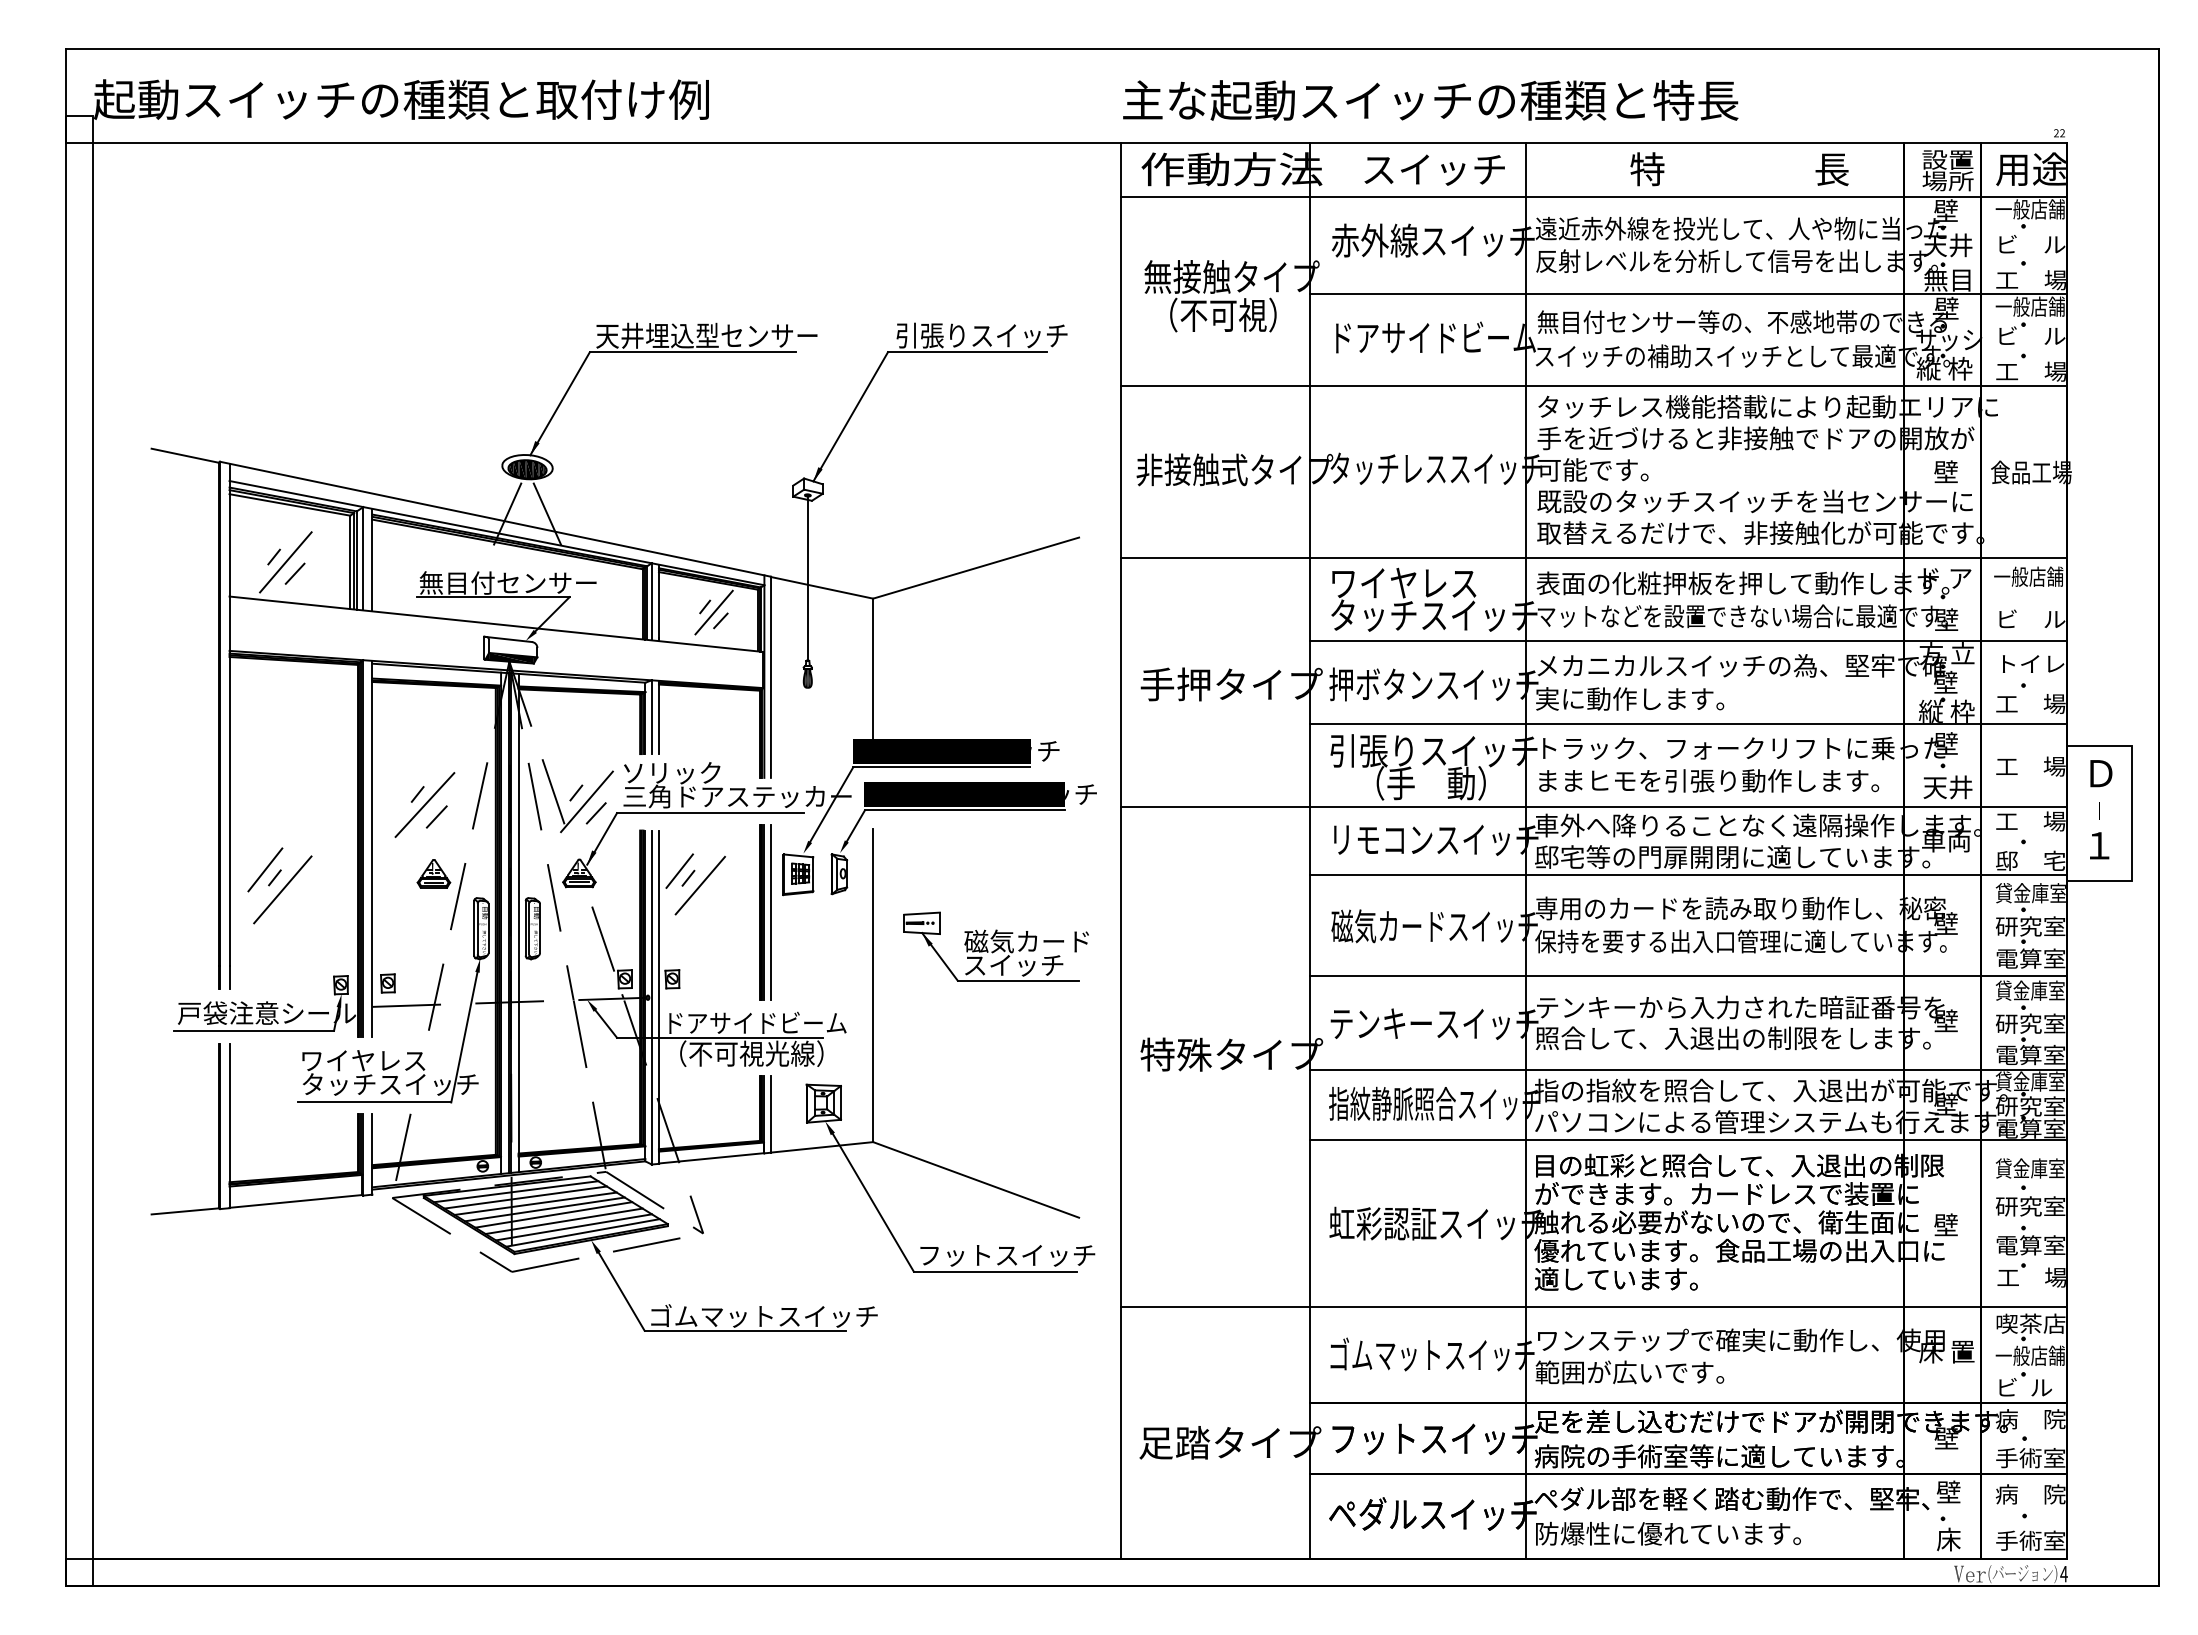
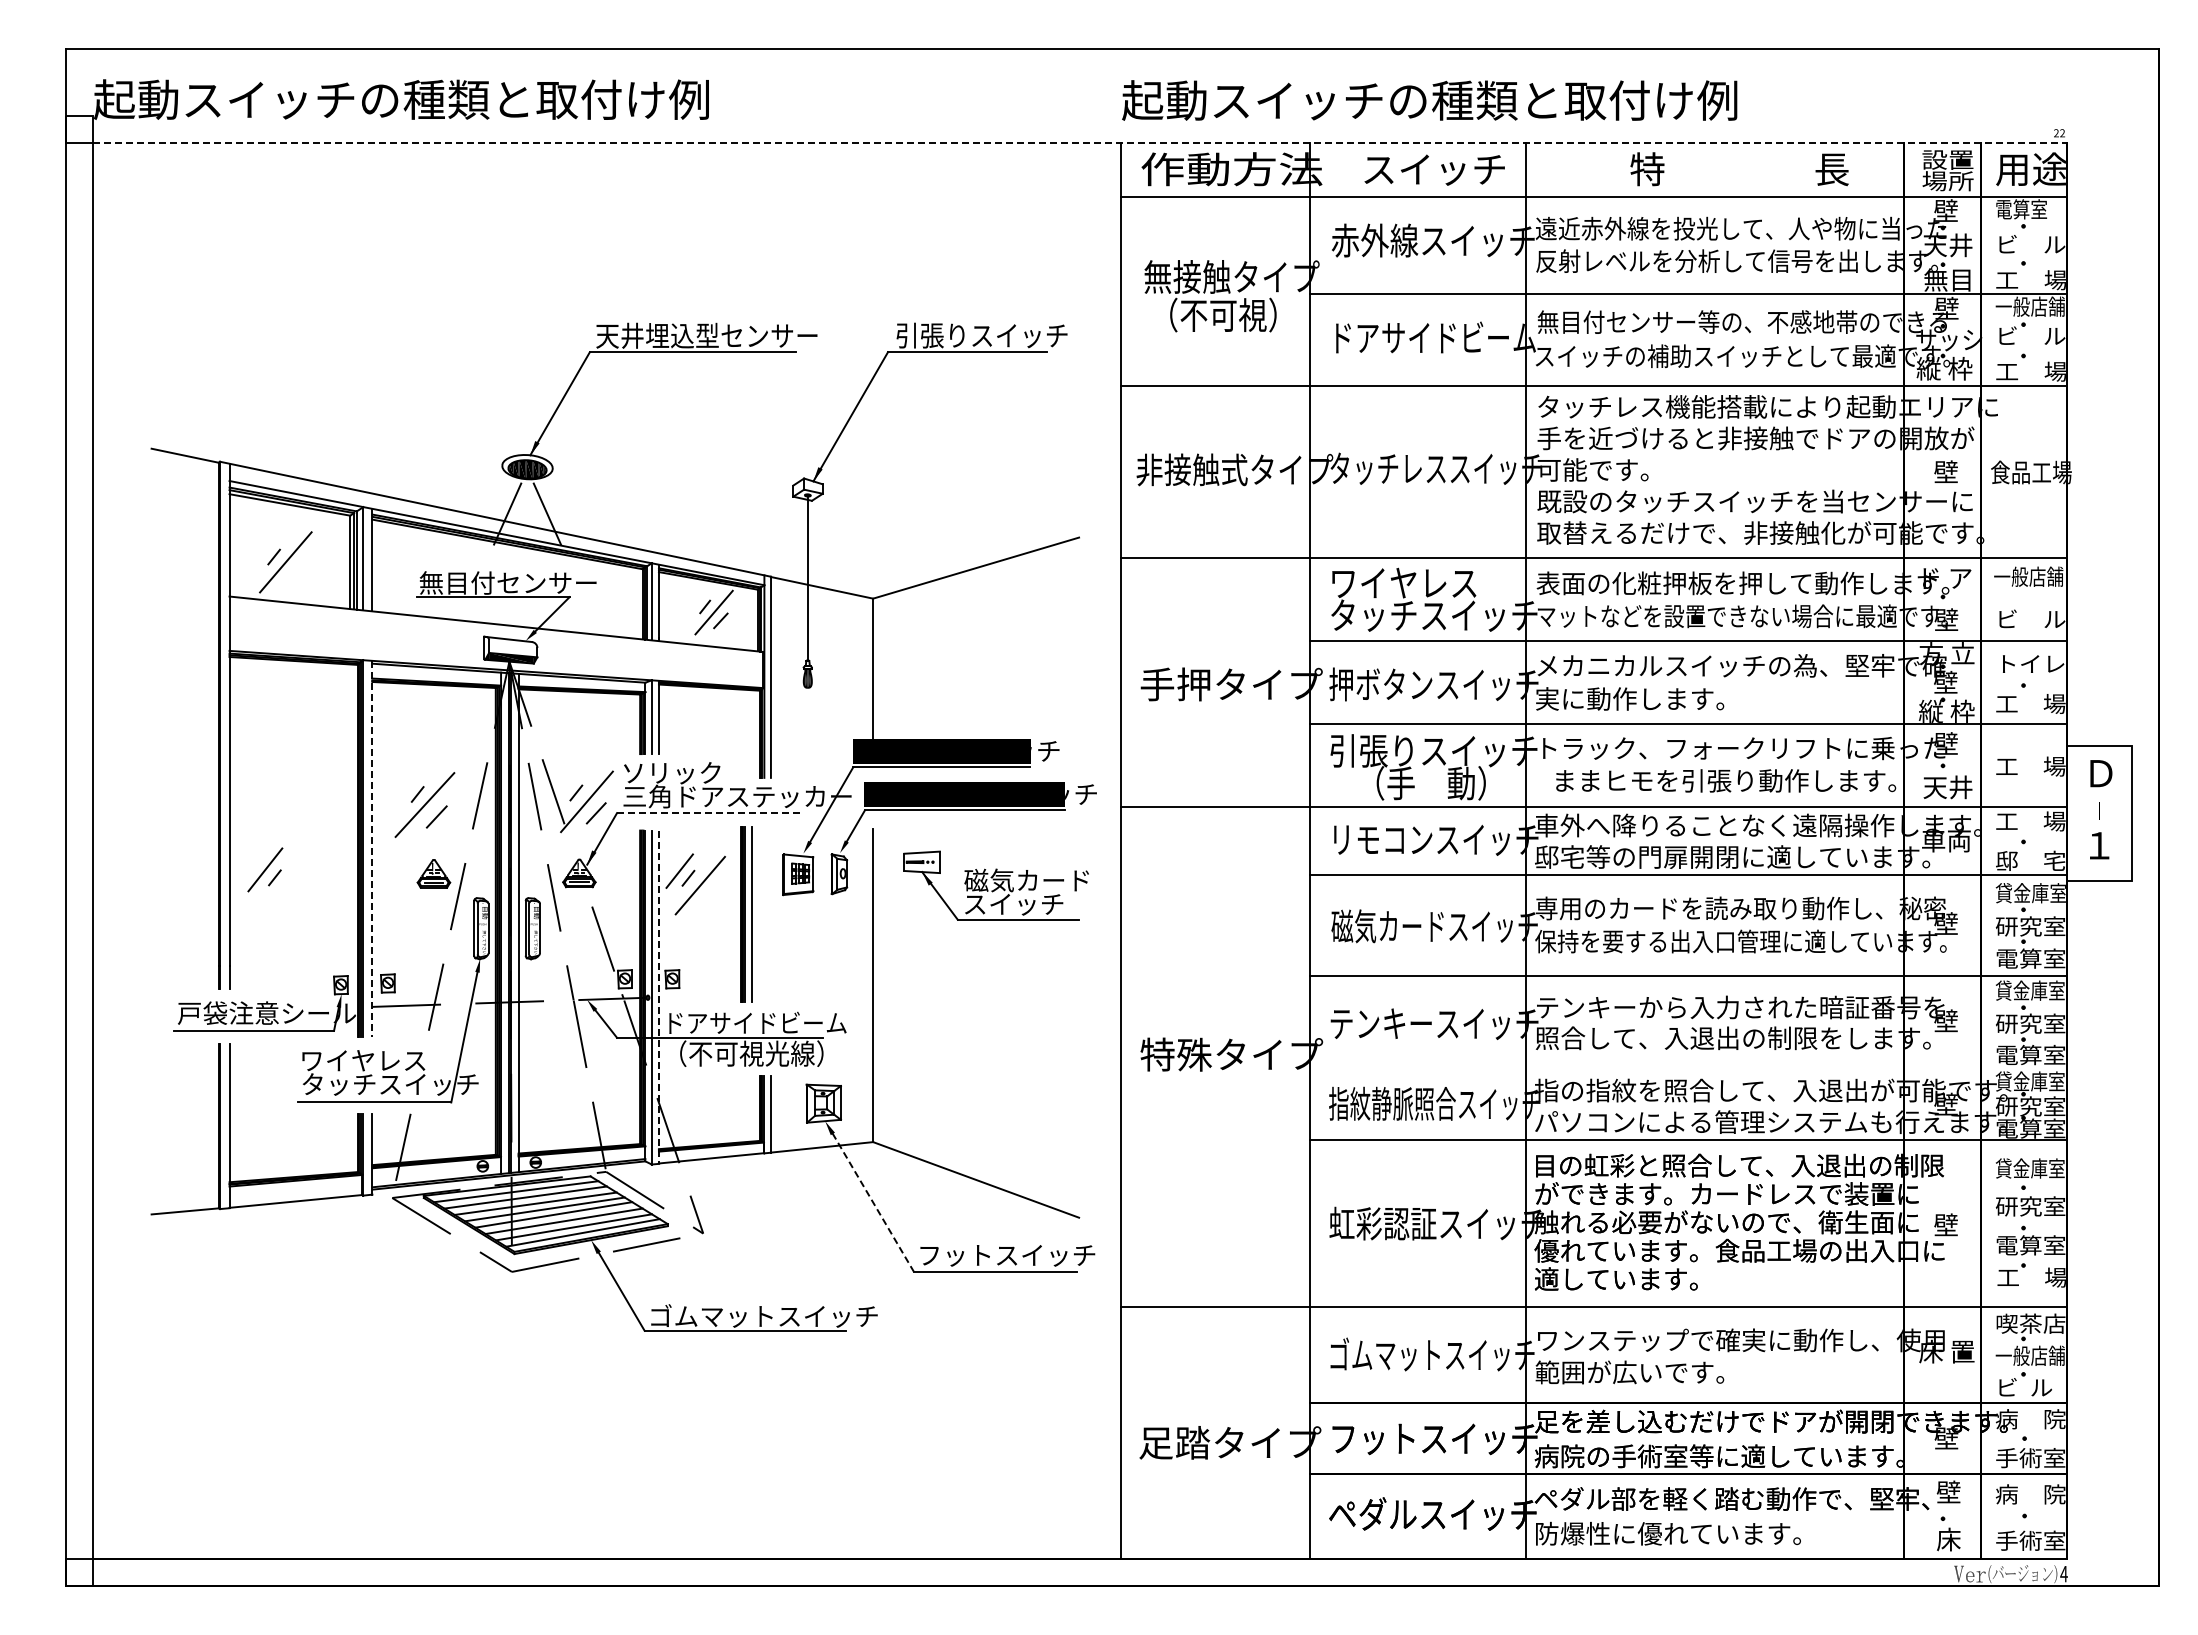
text at (1430, 100): 主な起動スイッチの種類と特長 -> 起動スイッチの種類と取付け例
line at (1080, 142): solid -> dashed
text at (2029, 209): 一般店舗 -> 電算室
line at (294, 573): present -> none
text at (1709, 780) position: (1709, 780) -> (1726, 780)
line at (710, 813): solid -> dashed
line at (372, 849): solid -> dashed
line at (282, 889): present -> none
part at (765, 912) position: (765, 912) -> (746, 914)
part at (995, 946) position: (995, 946) -> (995, 885)
line at (658, 997): solid -> dashed
line at (1688, 1070): present -> none
line at (873, 1202): solid -> dashed
